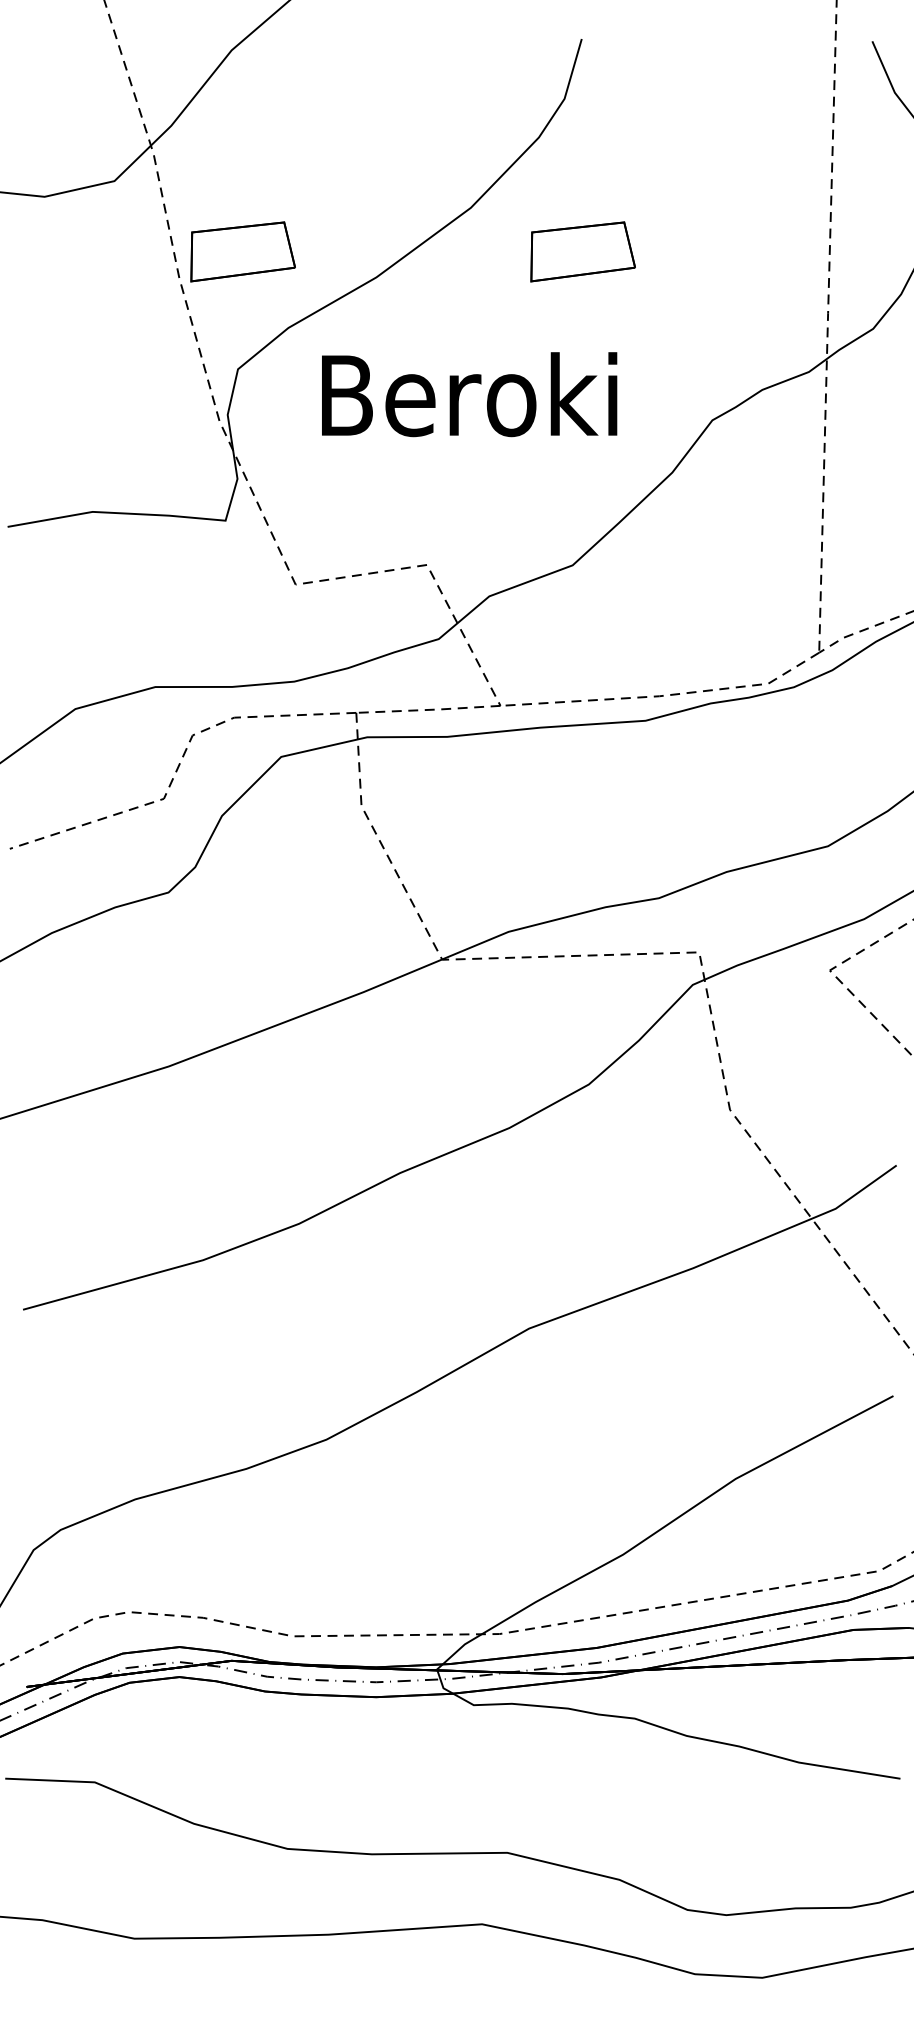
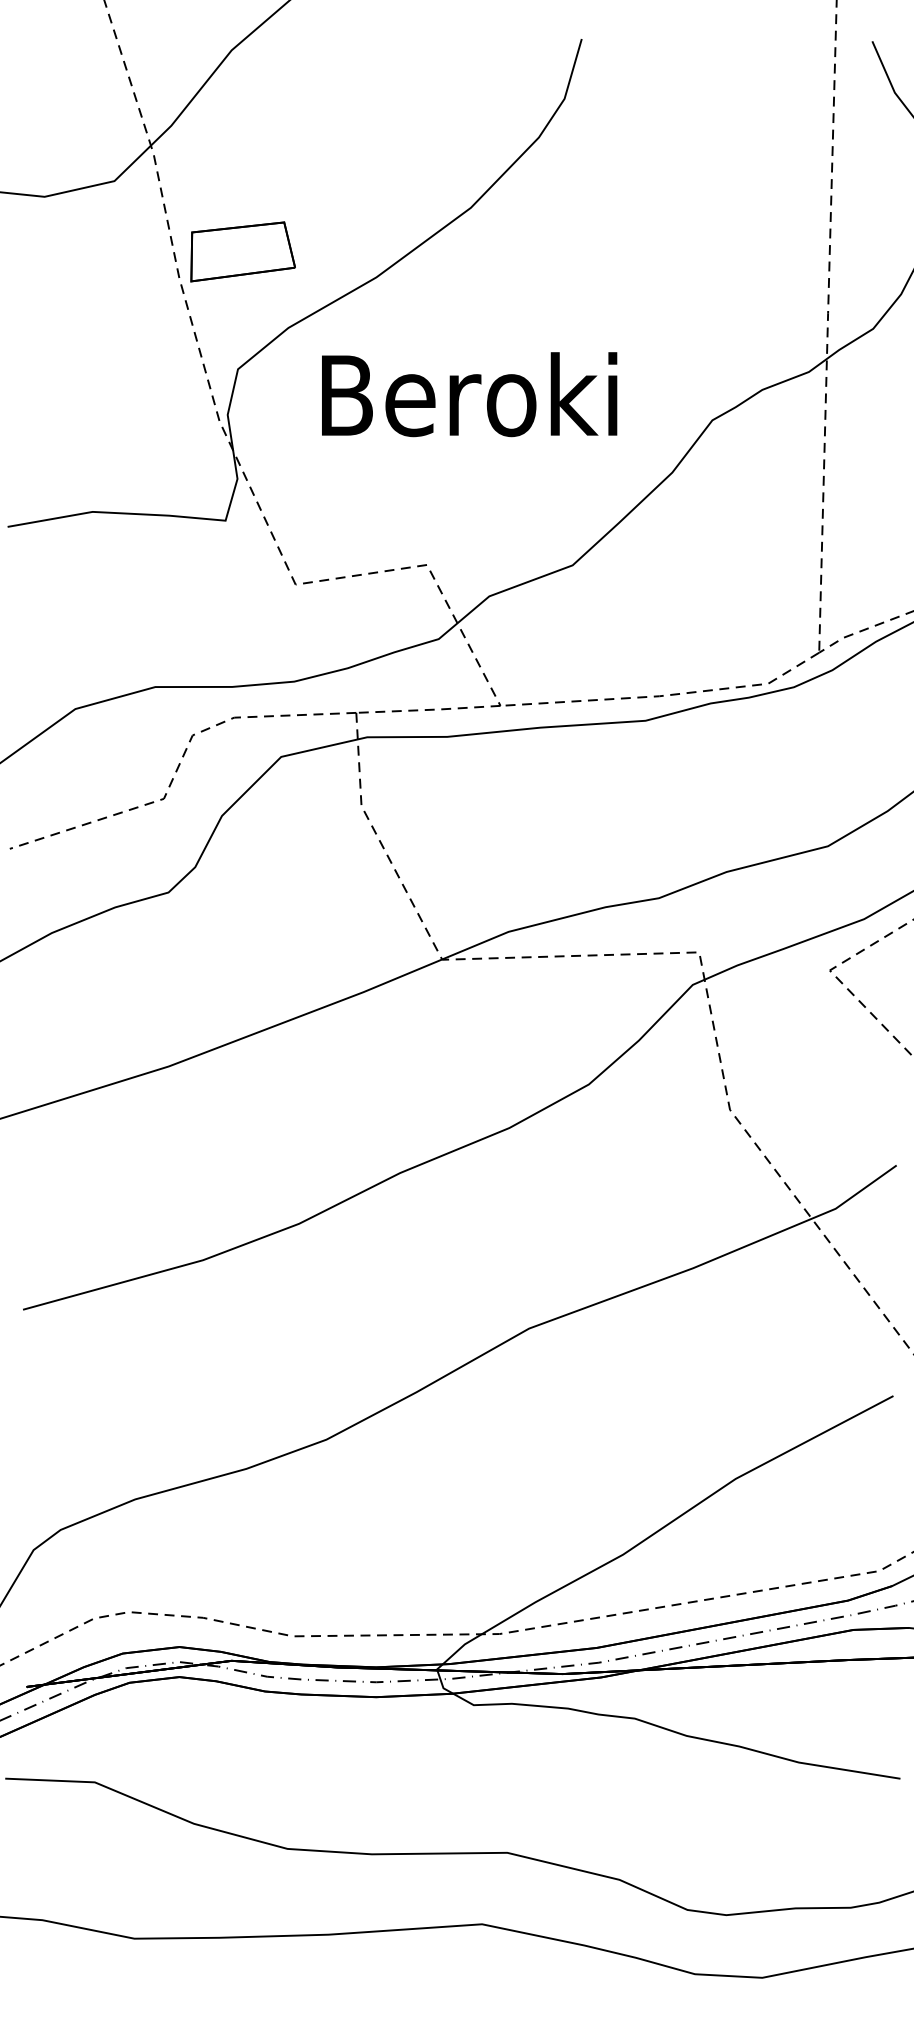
part at (582, 251): present -> none
